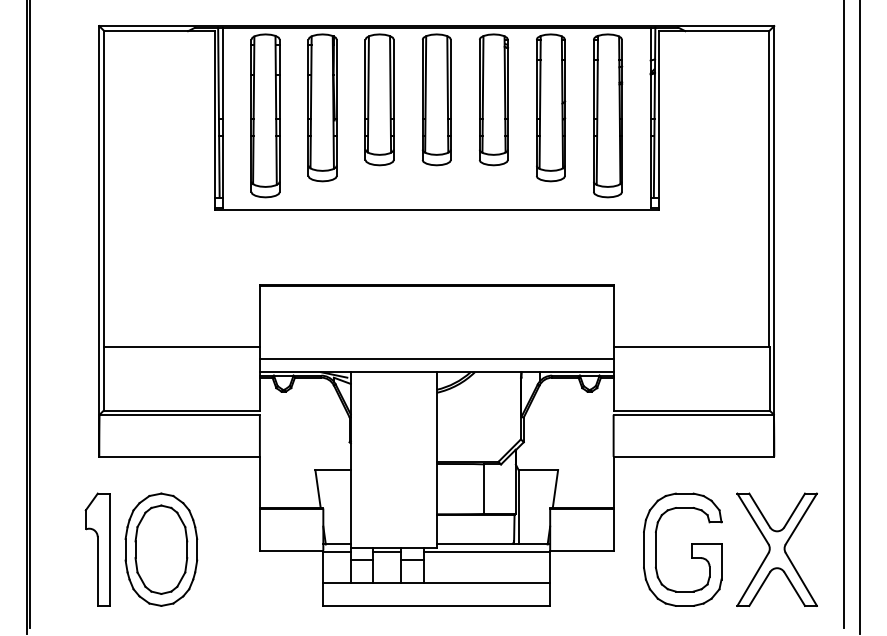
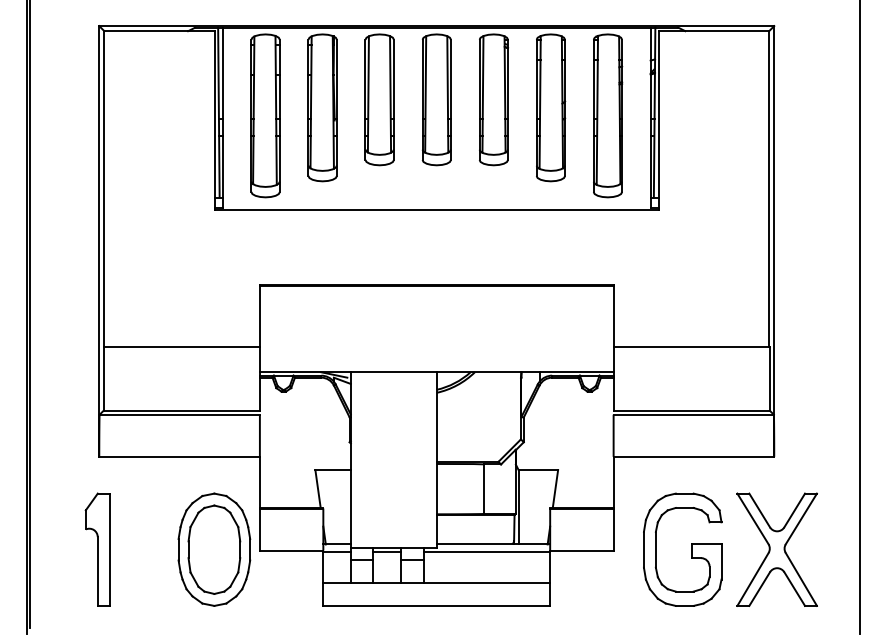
line at (843, 315): present -> none
line at (436, 358): present -> none
part at (161, 549) position: (161, 549) -> (214, 549)
